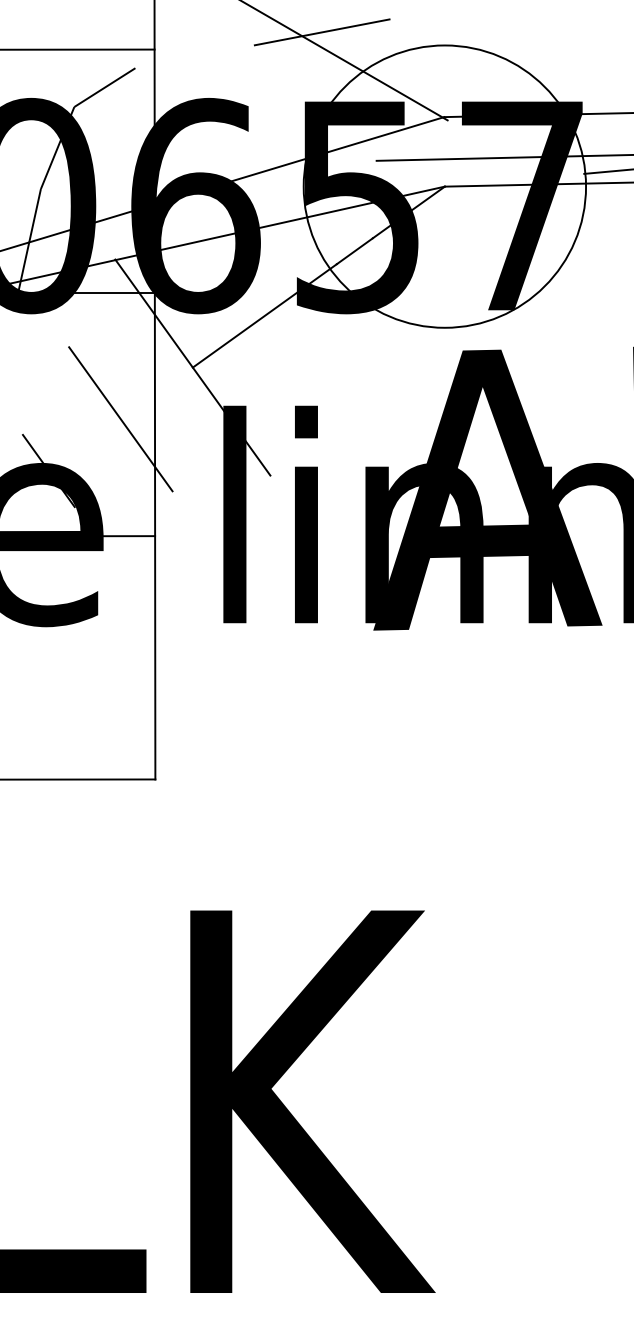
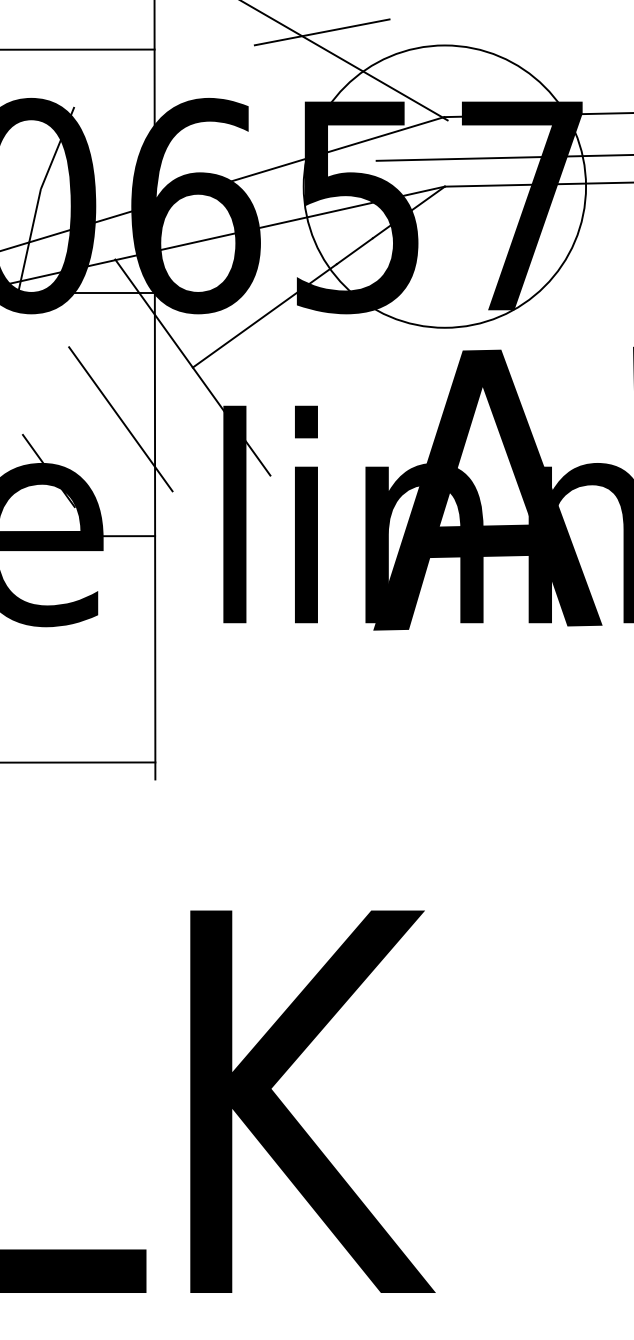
line at (104, 87): present -> none
line at (606, 171): present -> none
line at (78, 779) position: (78, 779) -> (78, 762)
